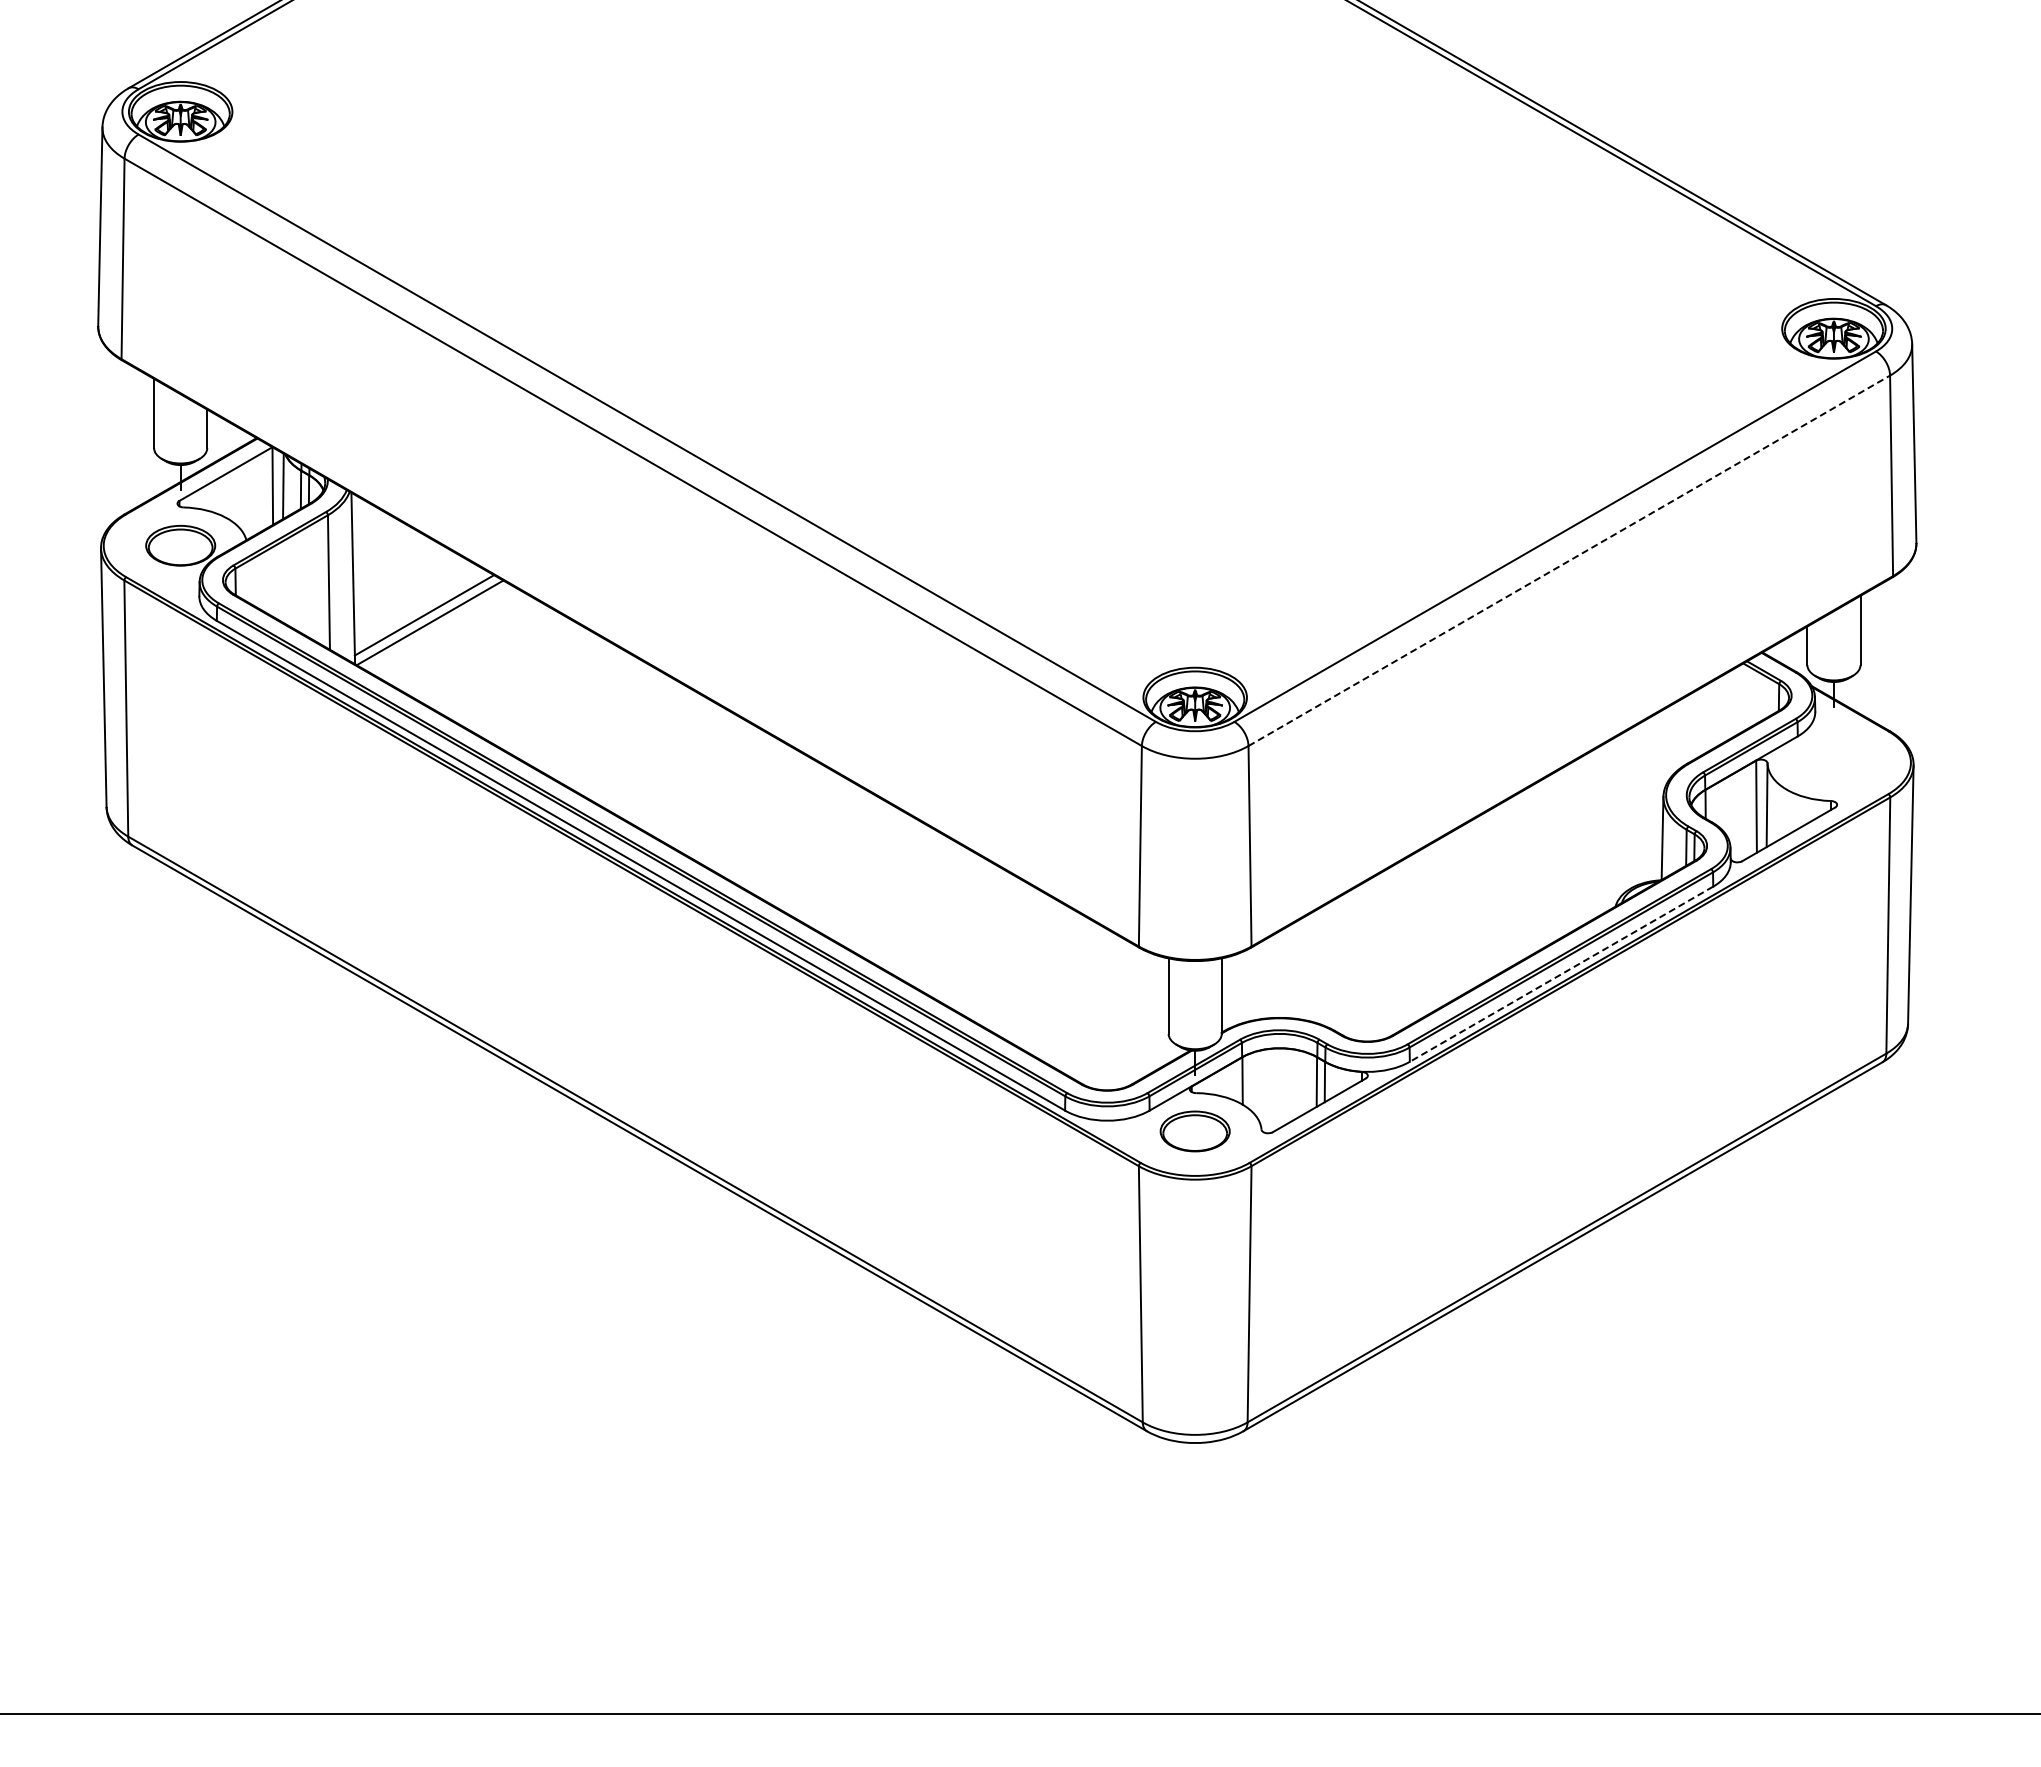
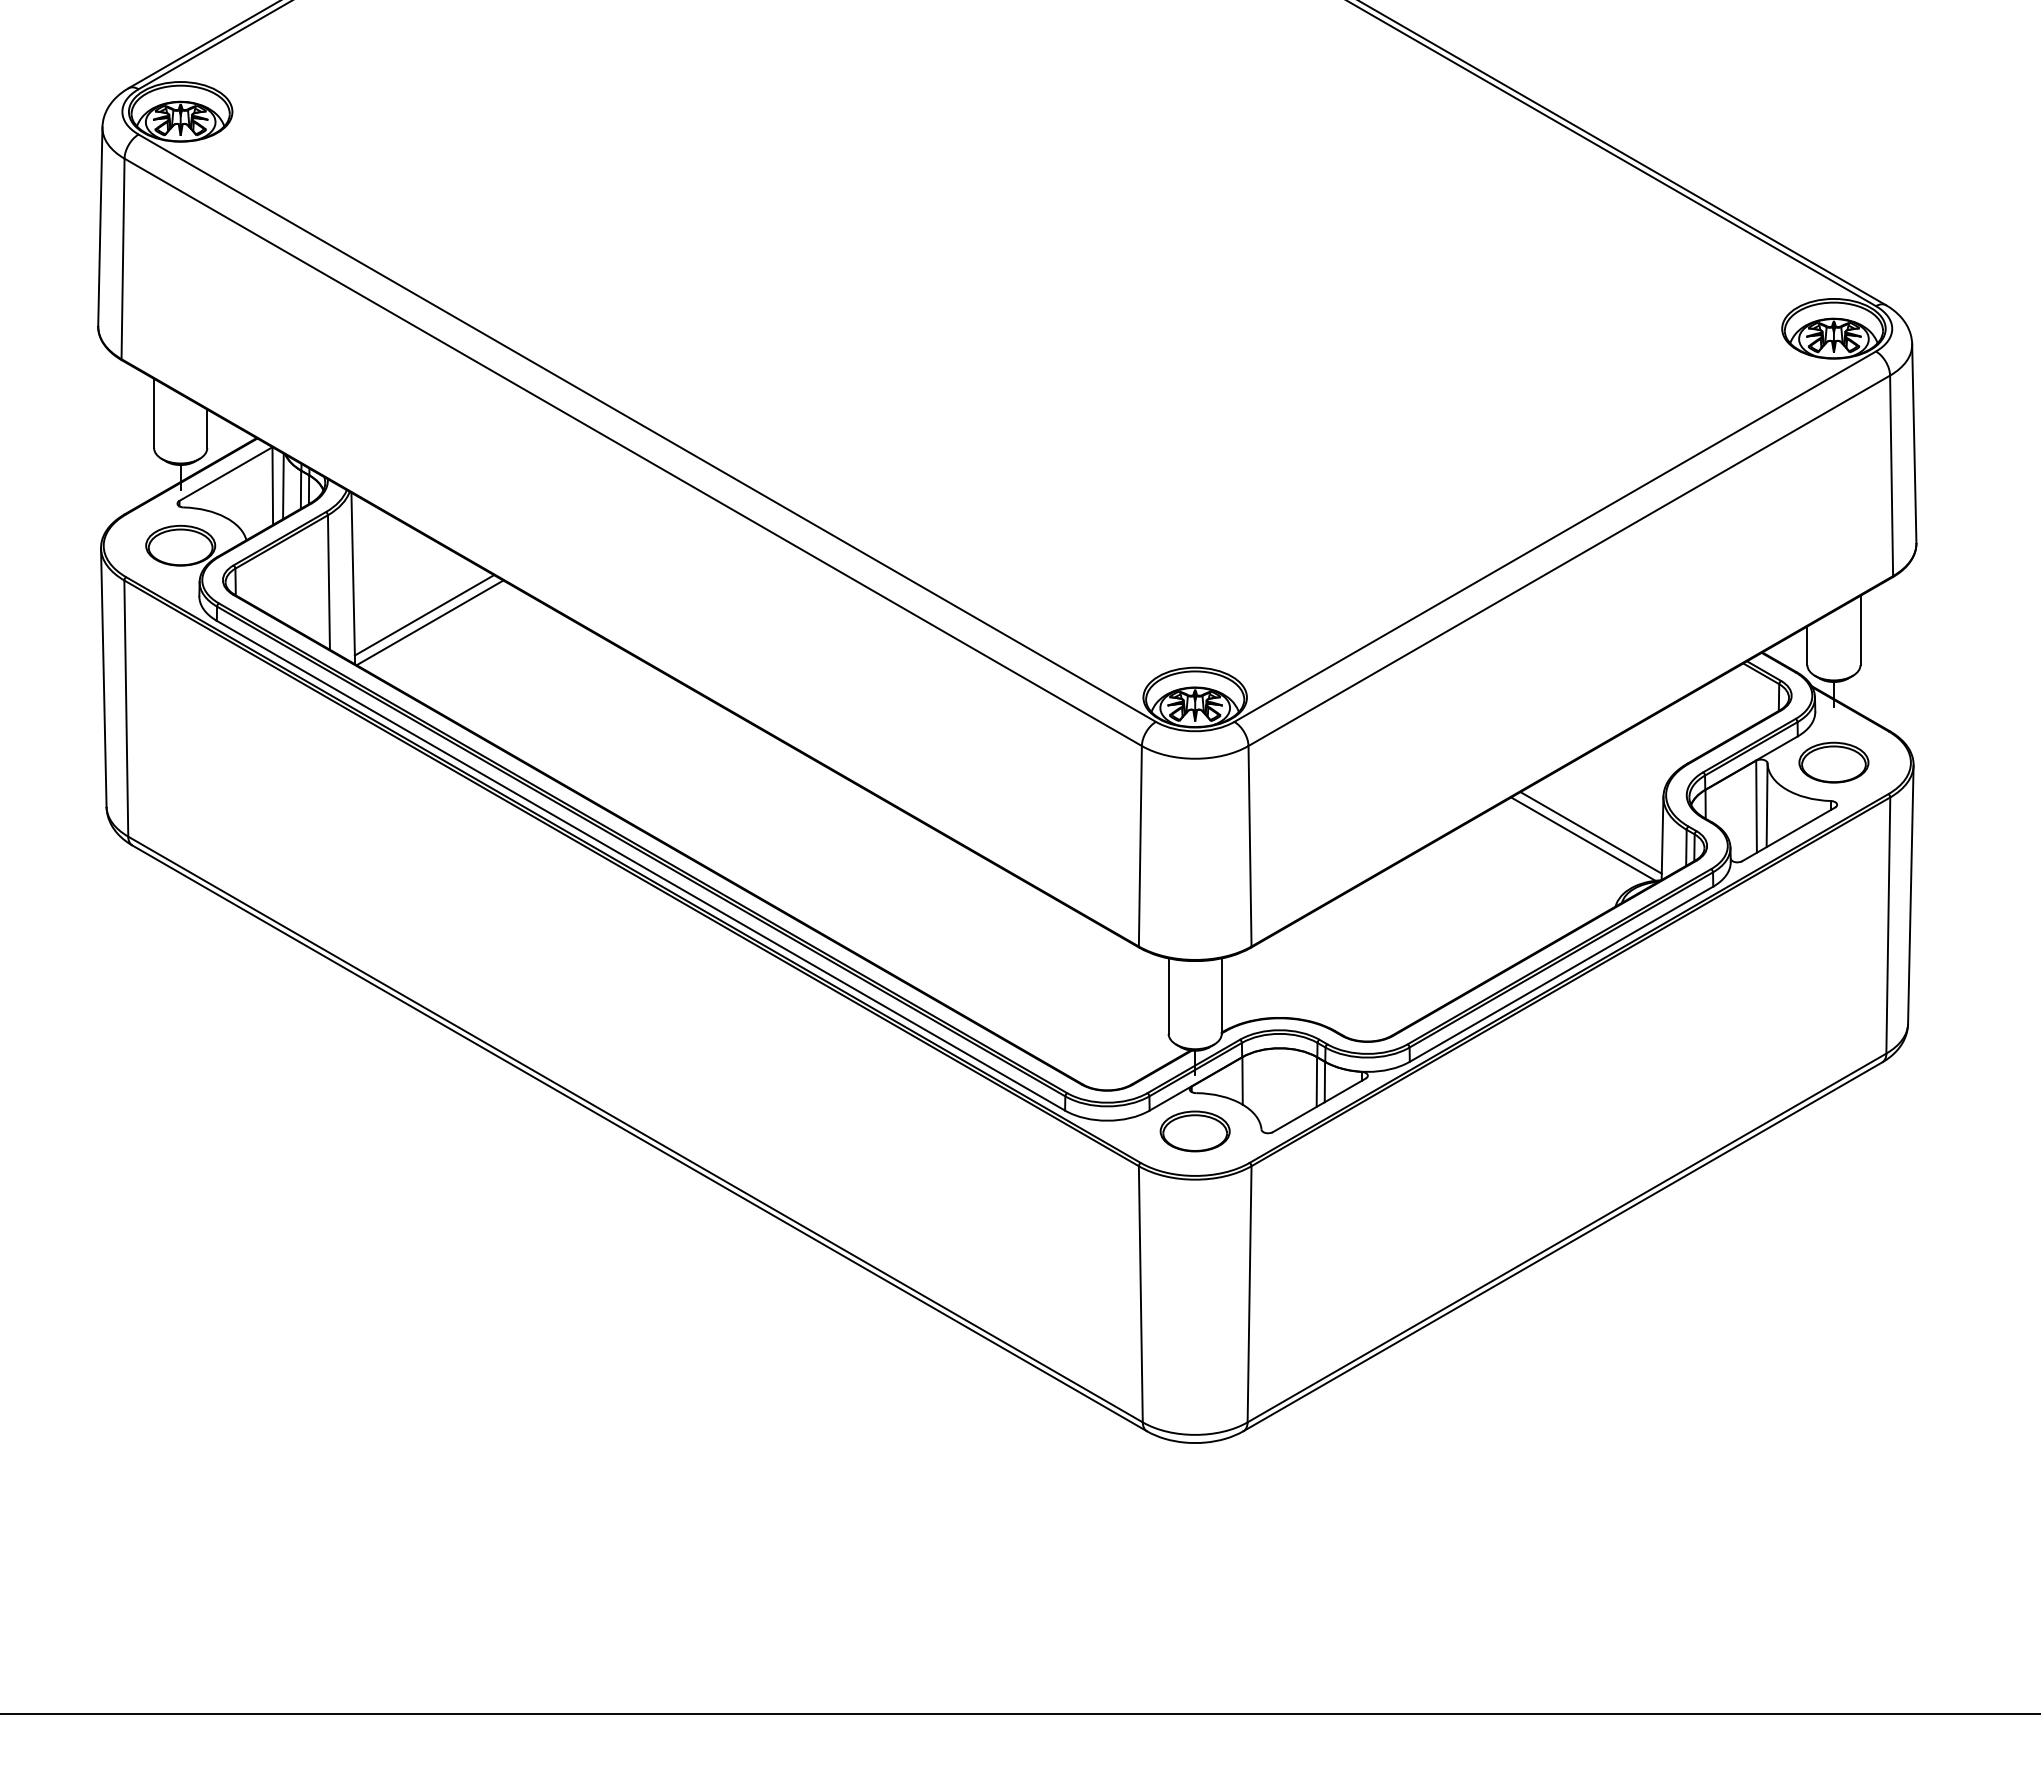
line at (1569, 560): dashed -> solid
part at (1833, 762): none -> present
line at (1590, 832): none -> present
line at (1583, 838): none -> present
line at (1561, 974): dashed -> solid
